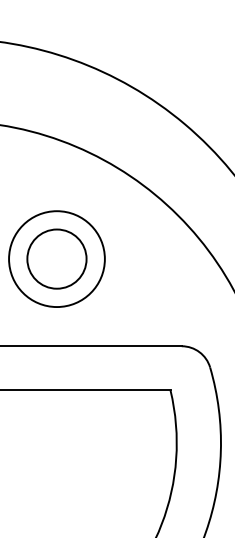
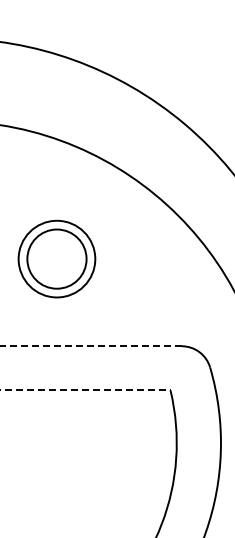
circle at (56, 259) diameter: 96 px -> 77 px
line at (90, 346): solid -> dashed
line at (85, 390): solid -> dashed
